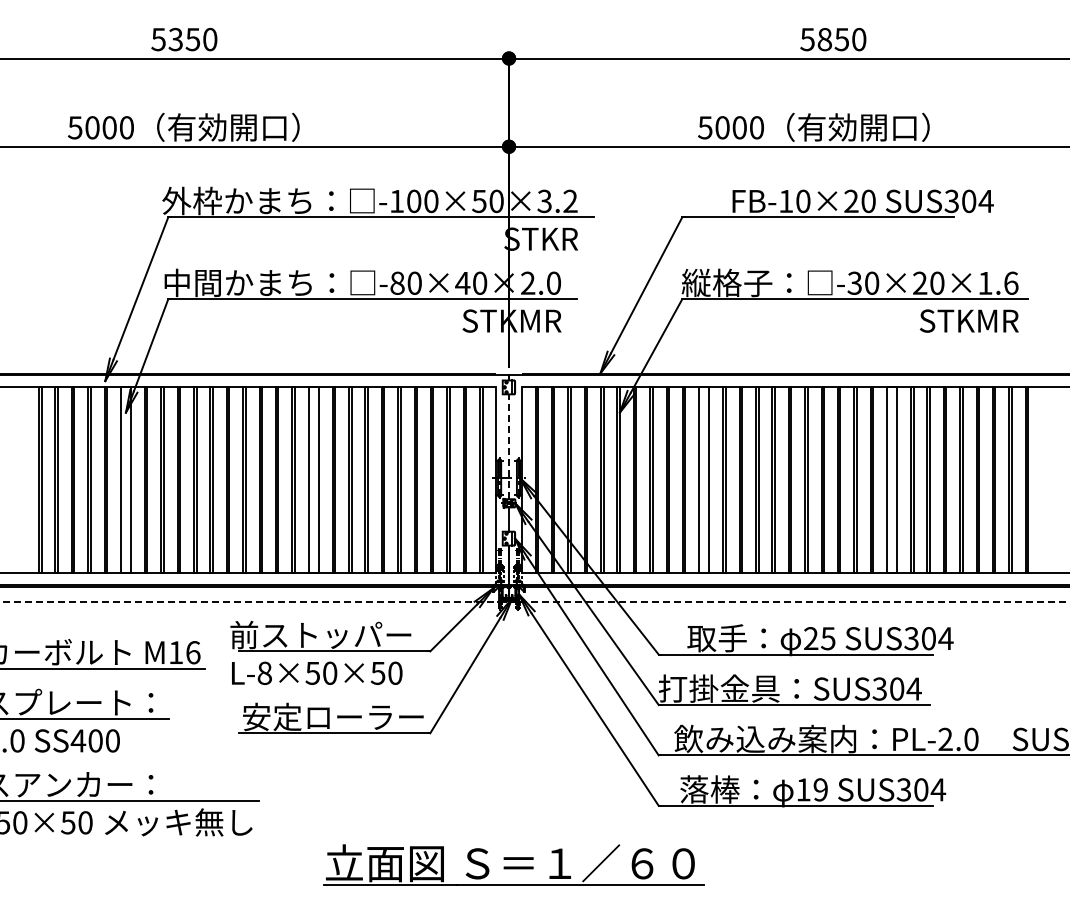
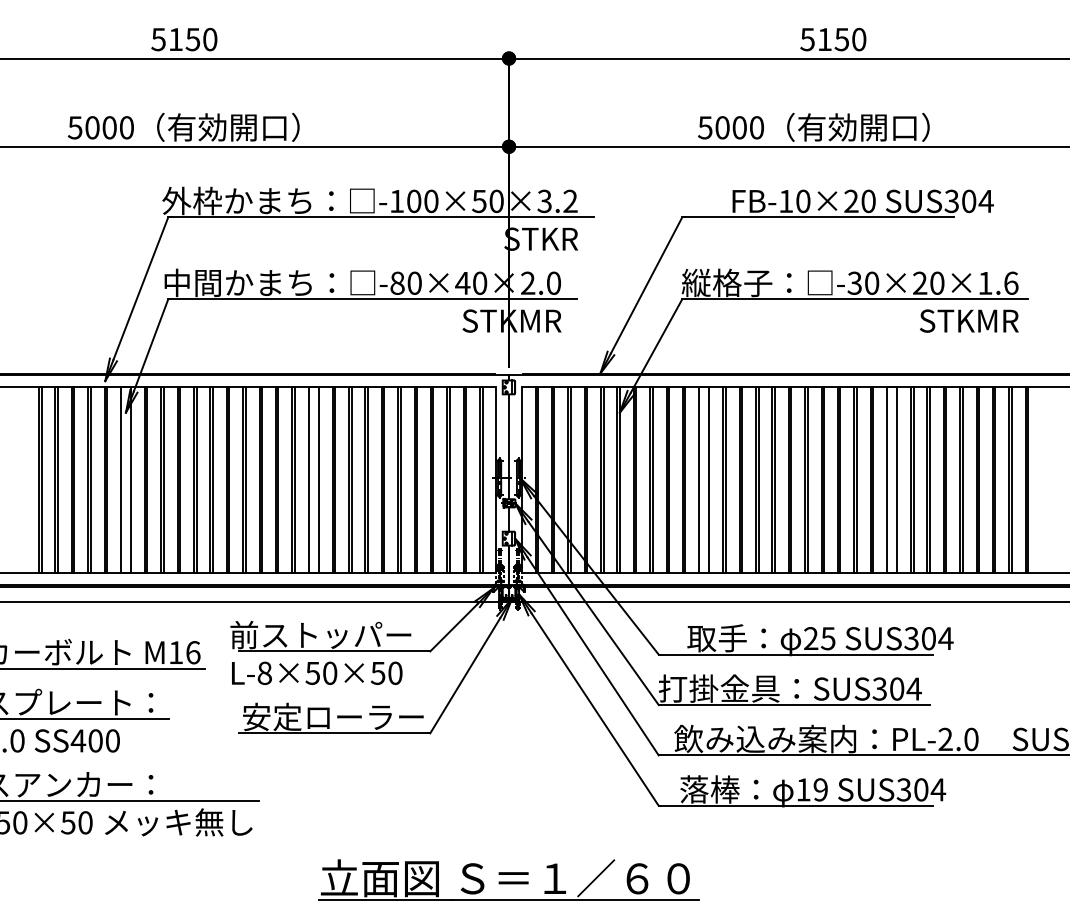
text at (175, 39): 5350 -> 5150
text at (824, 39): 5850 -> 5150
line at (509, 446): dashed -> solid
line at (534, 601): dashed -> solid
part at (513, 864) position: (513, 864) -> (508, 879)
